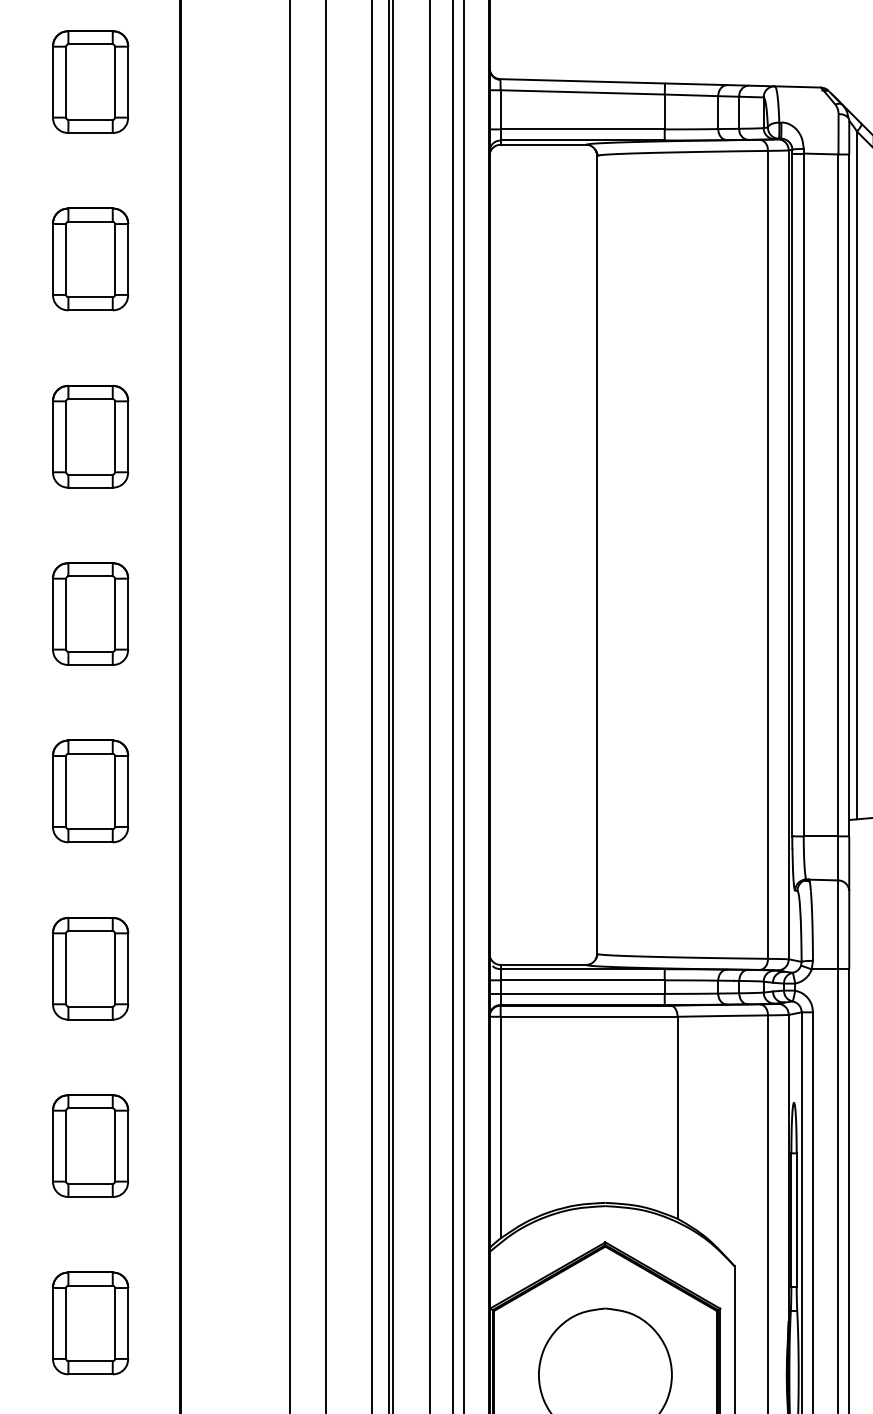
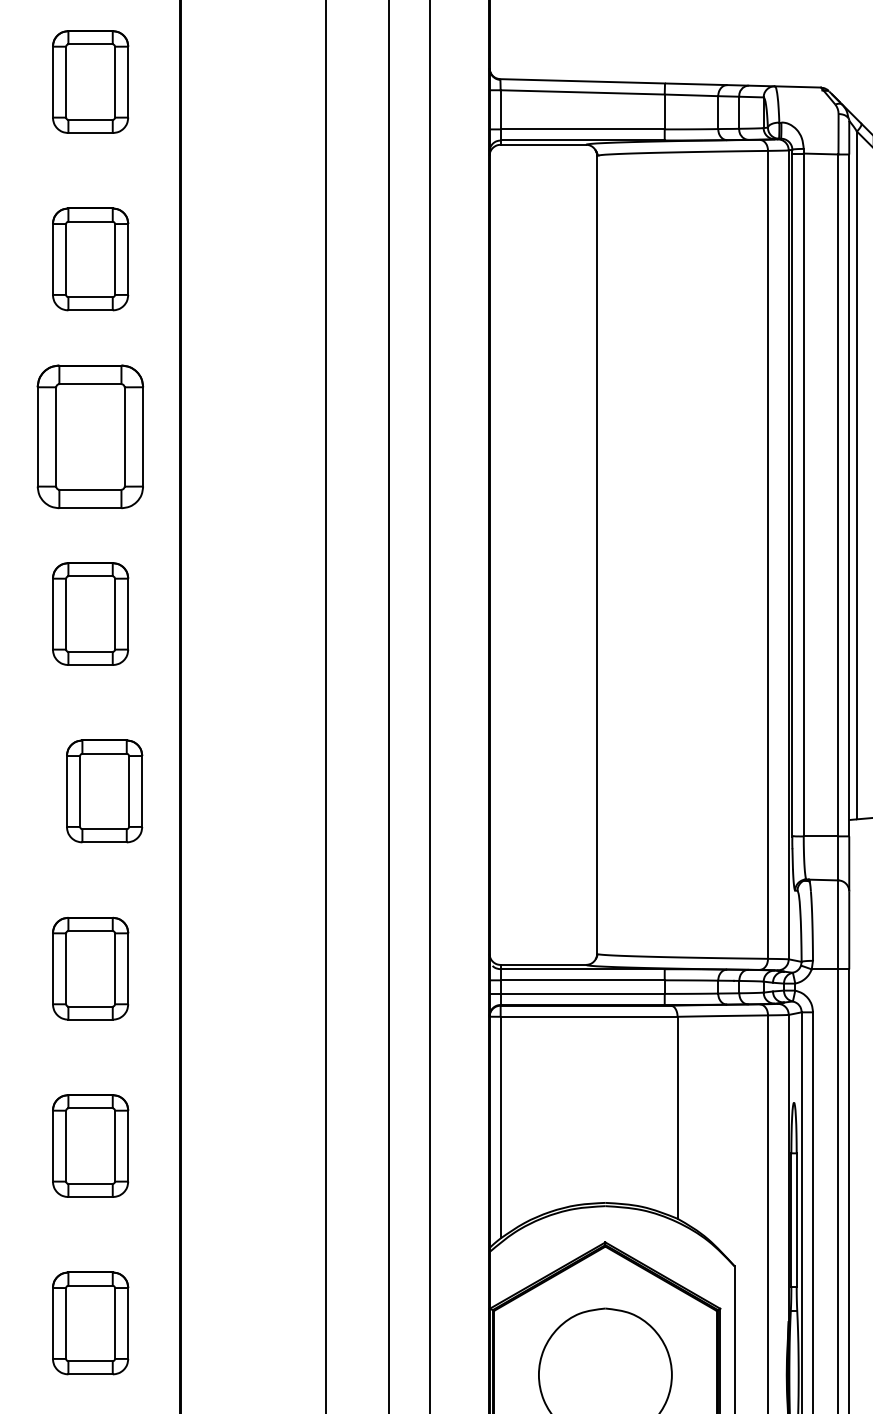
part at (90, 436) size: 78x105 px -> 109x146 px
line at (289, 706): present -> none
line at (372, 706): present -> none
line at (393, 706): present -> none
line at (453, 706): present -> none
line at (464, 706): present -> none
part at (90, 791) position: (90, 791) -> (104, 791)
